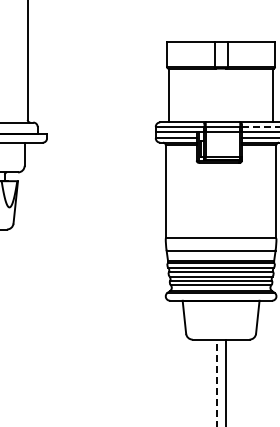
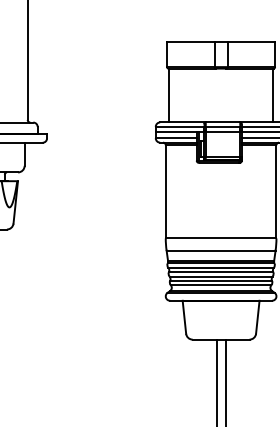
line at (260, 126): dashed -> solid
line at (216, 382): dashed -> solid
